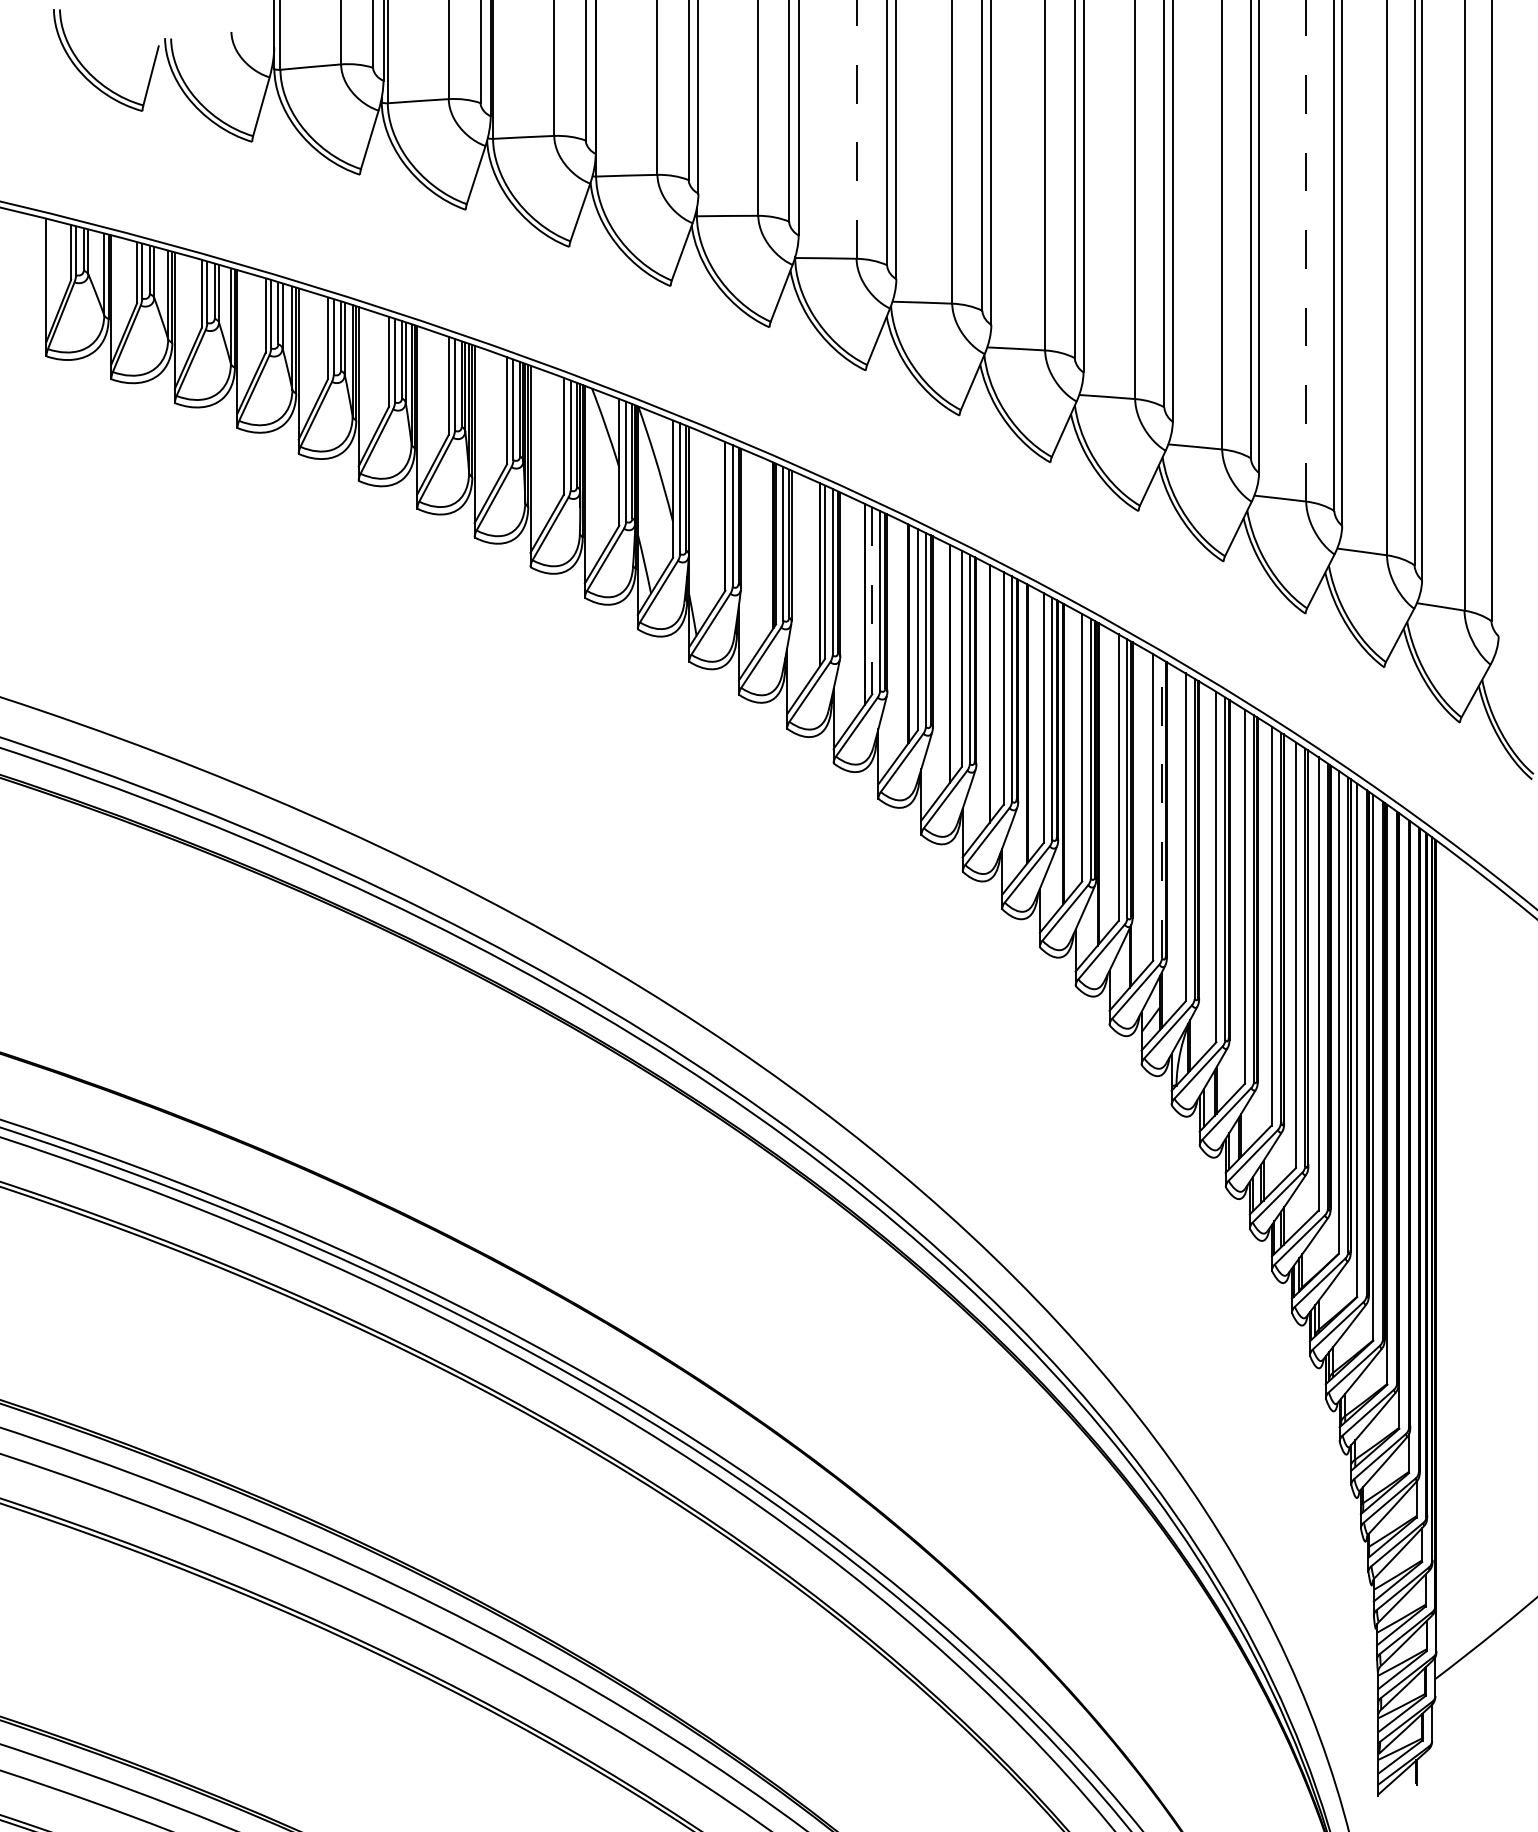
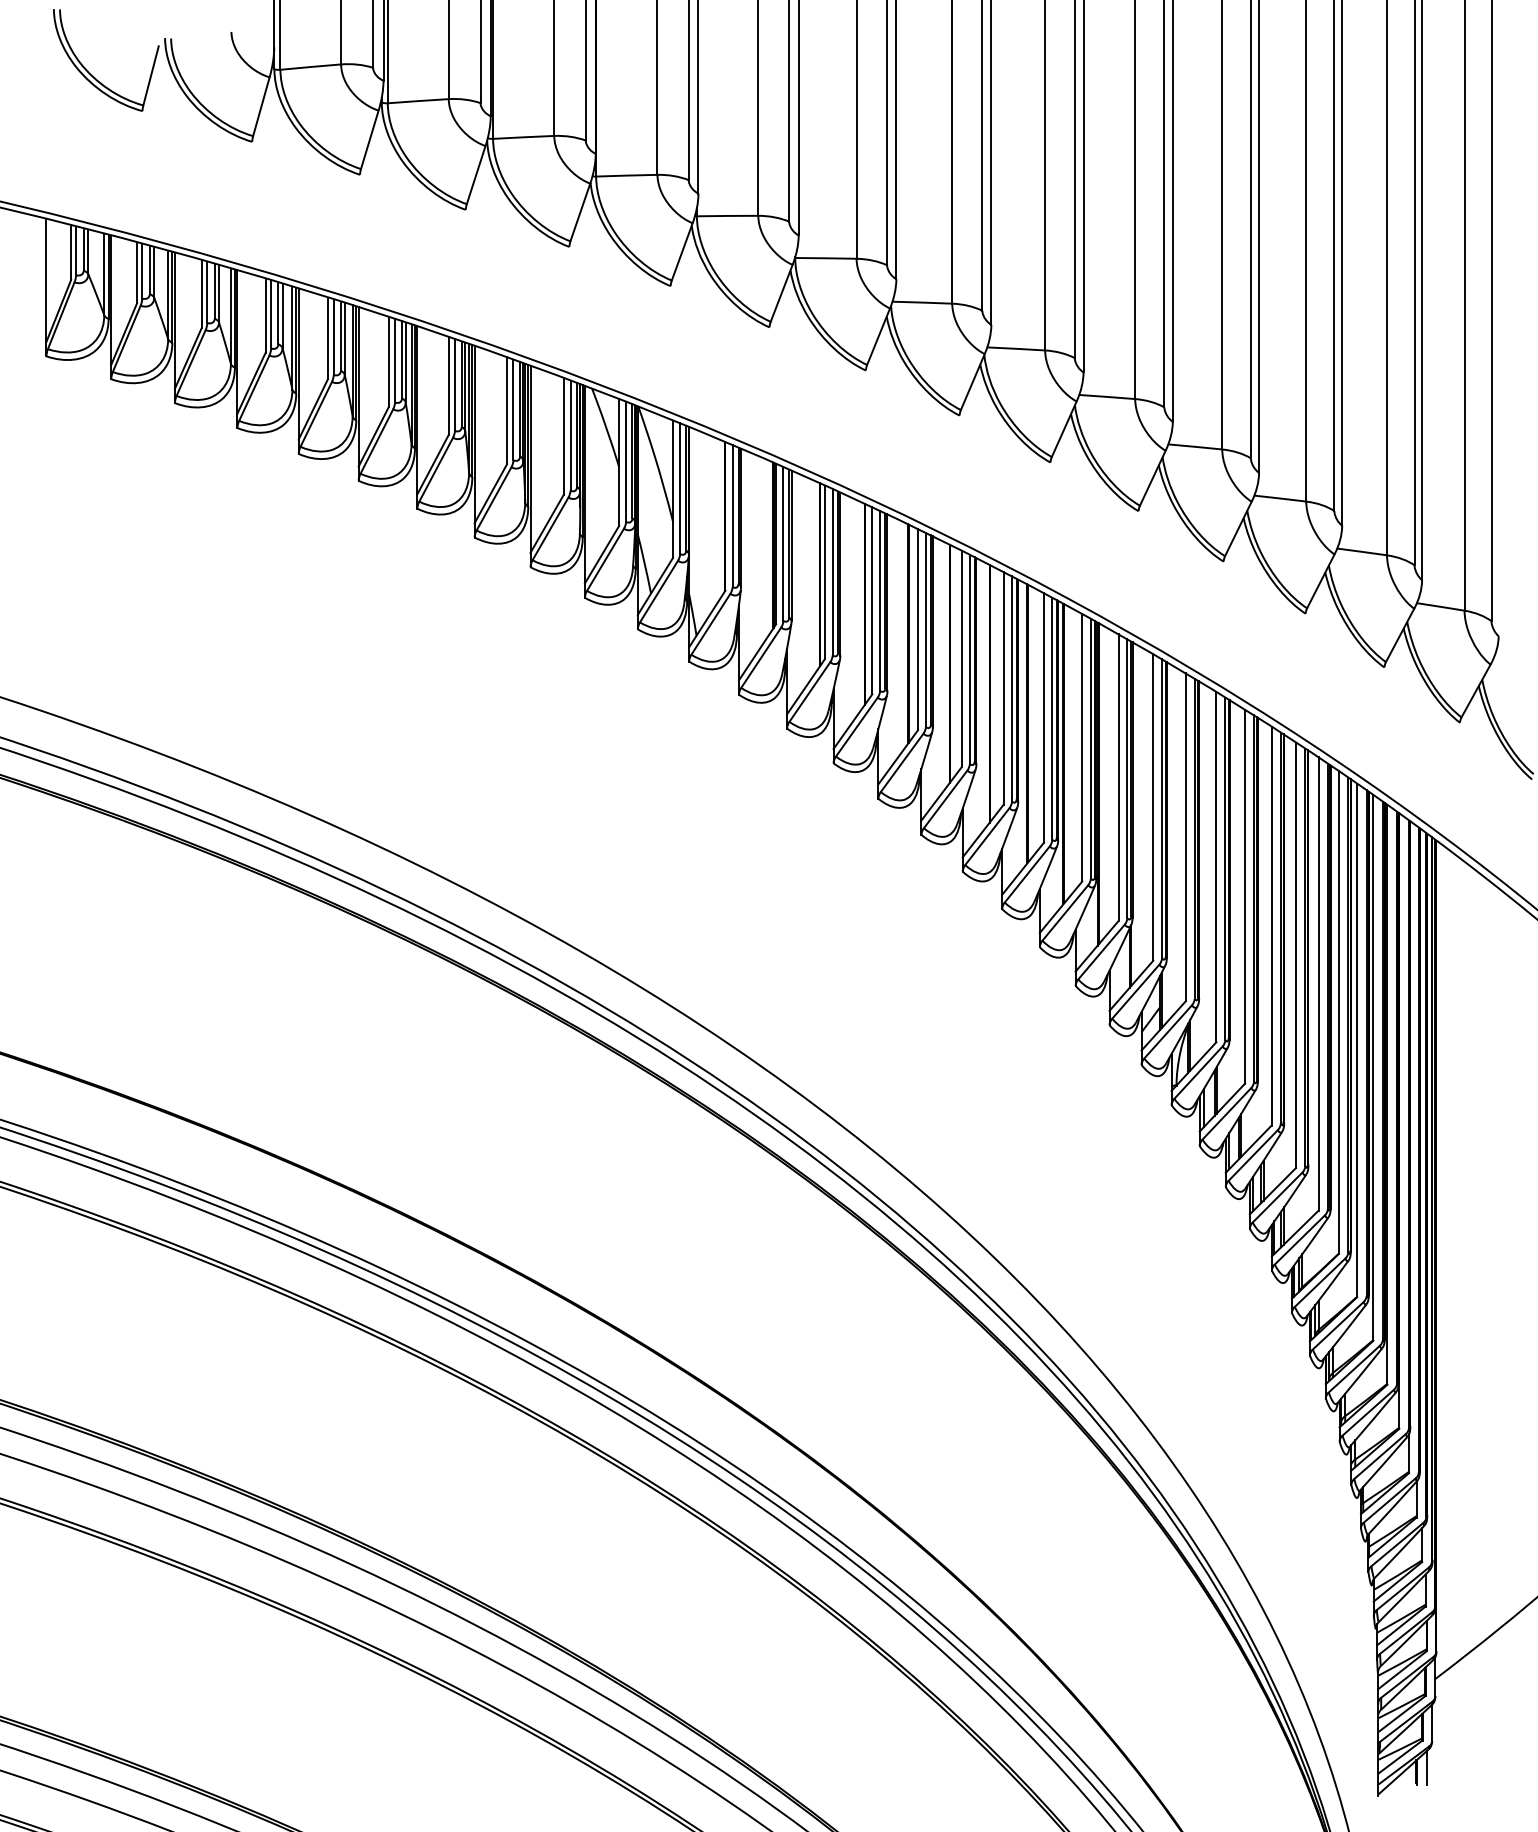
line at (856, 129): dashed -> solid
line at (1306, 250): dashed -> solid
line at (872, 601): dashed -> solid
line at (1161, 808): dashed -> solid
line at (1426, 1768): none -> present
